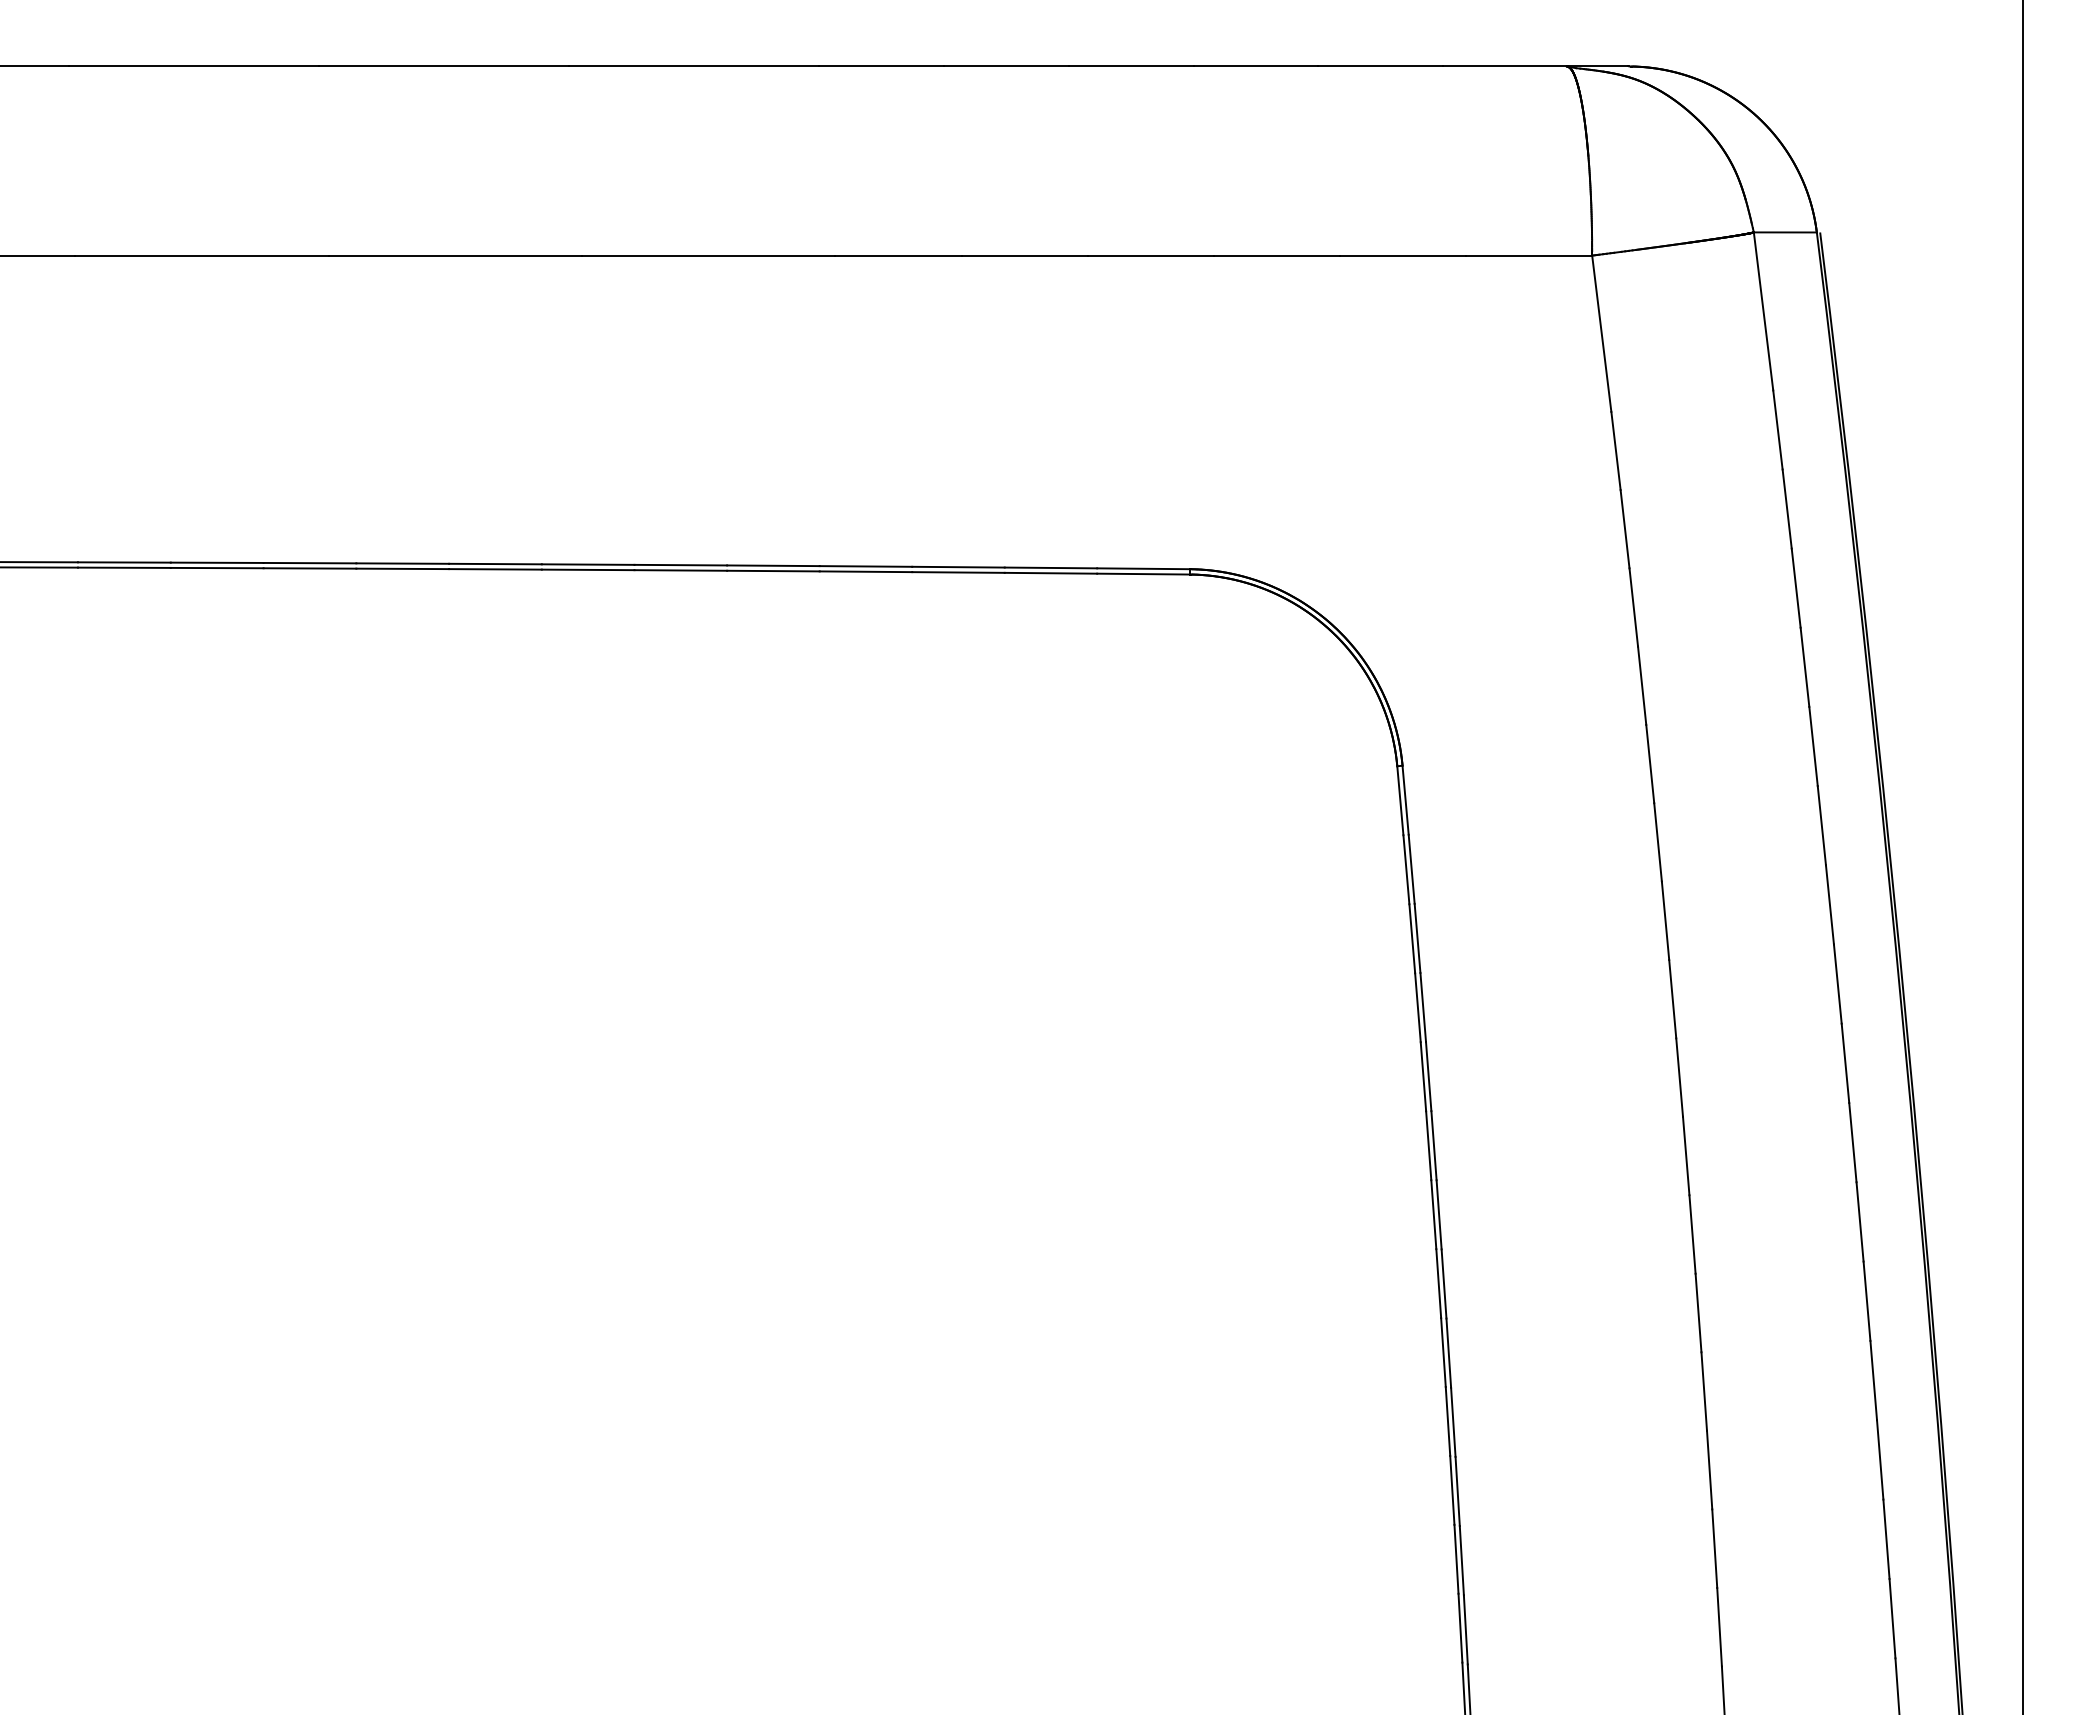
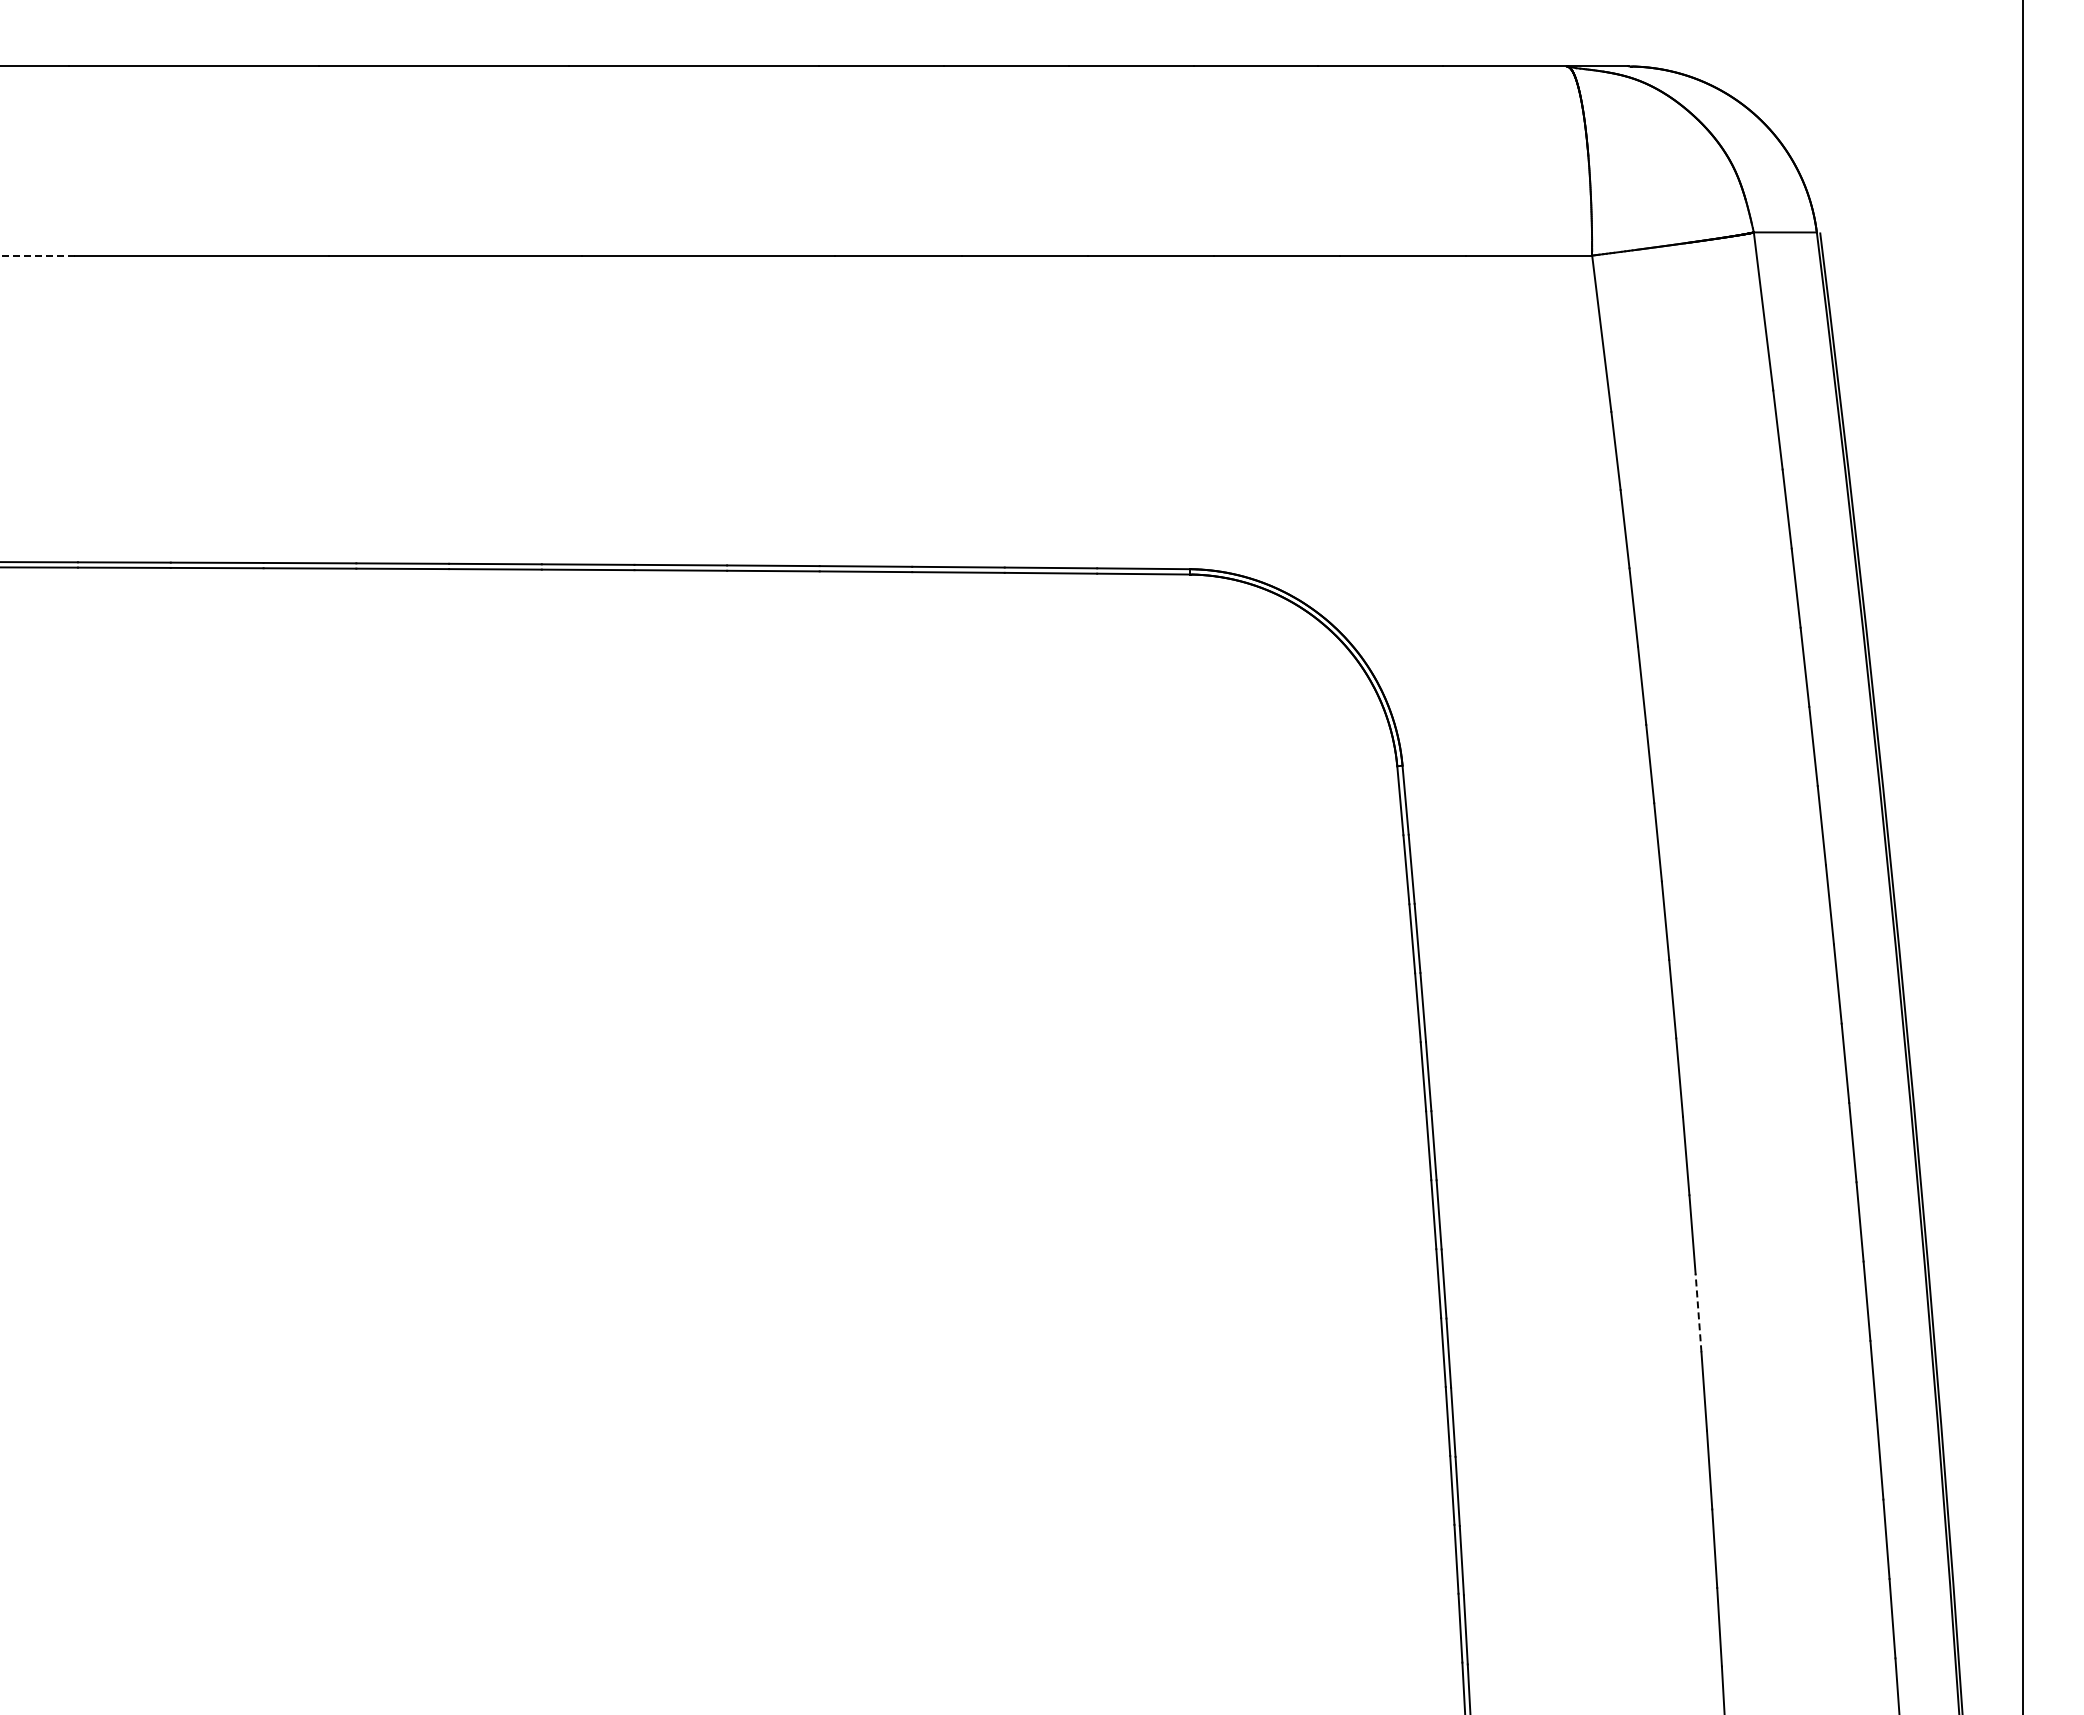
line at (37, 255): solid -> dashed
line at (1698, 1312): solid -> dashed
